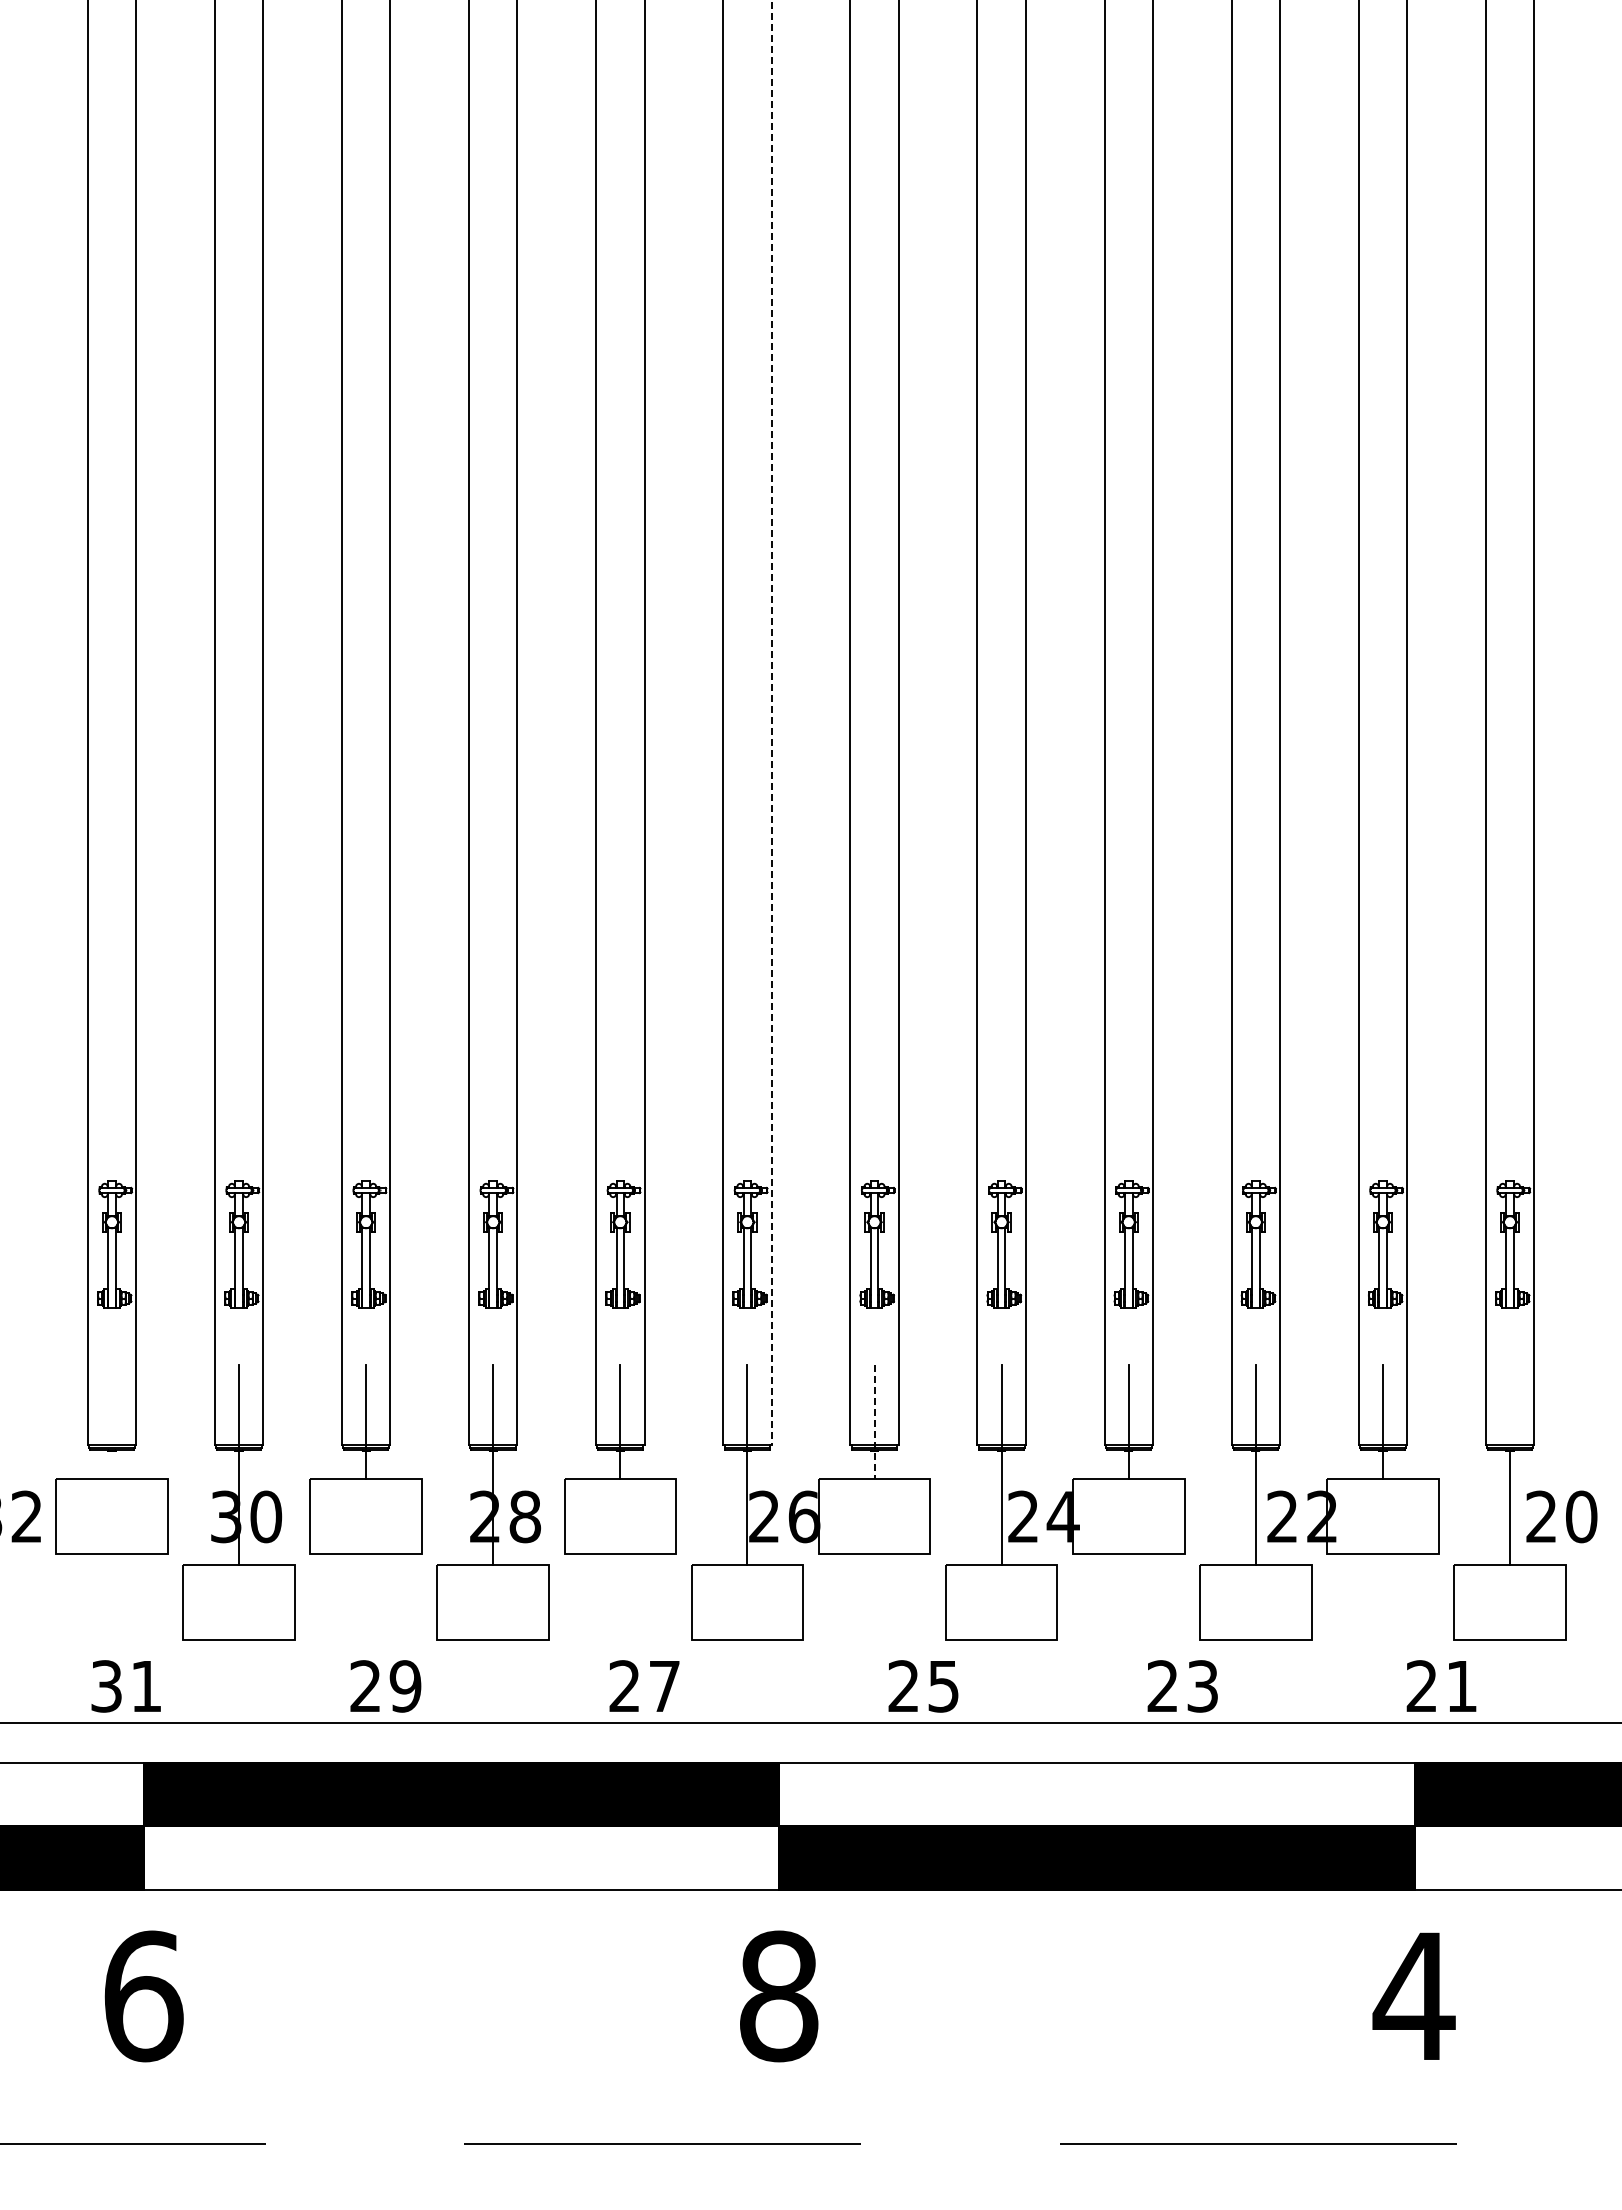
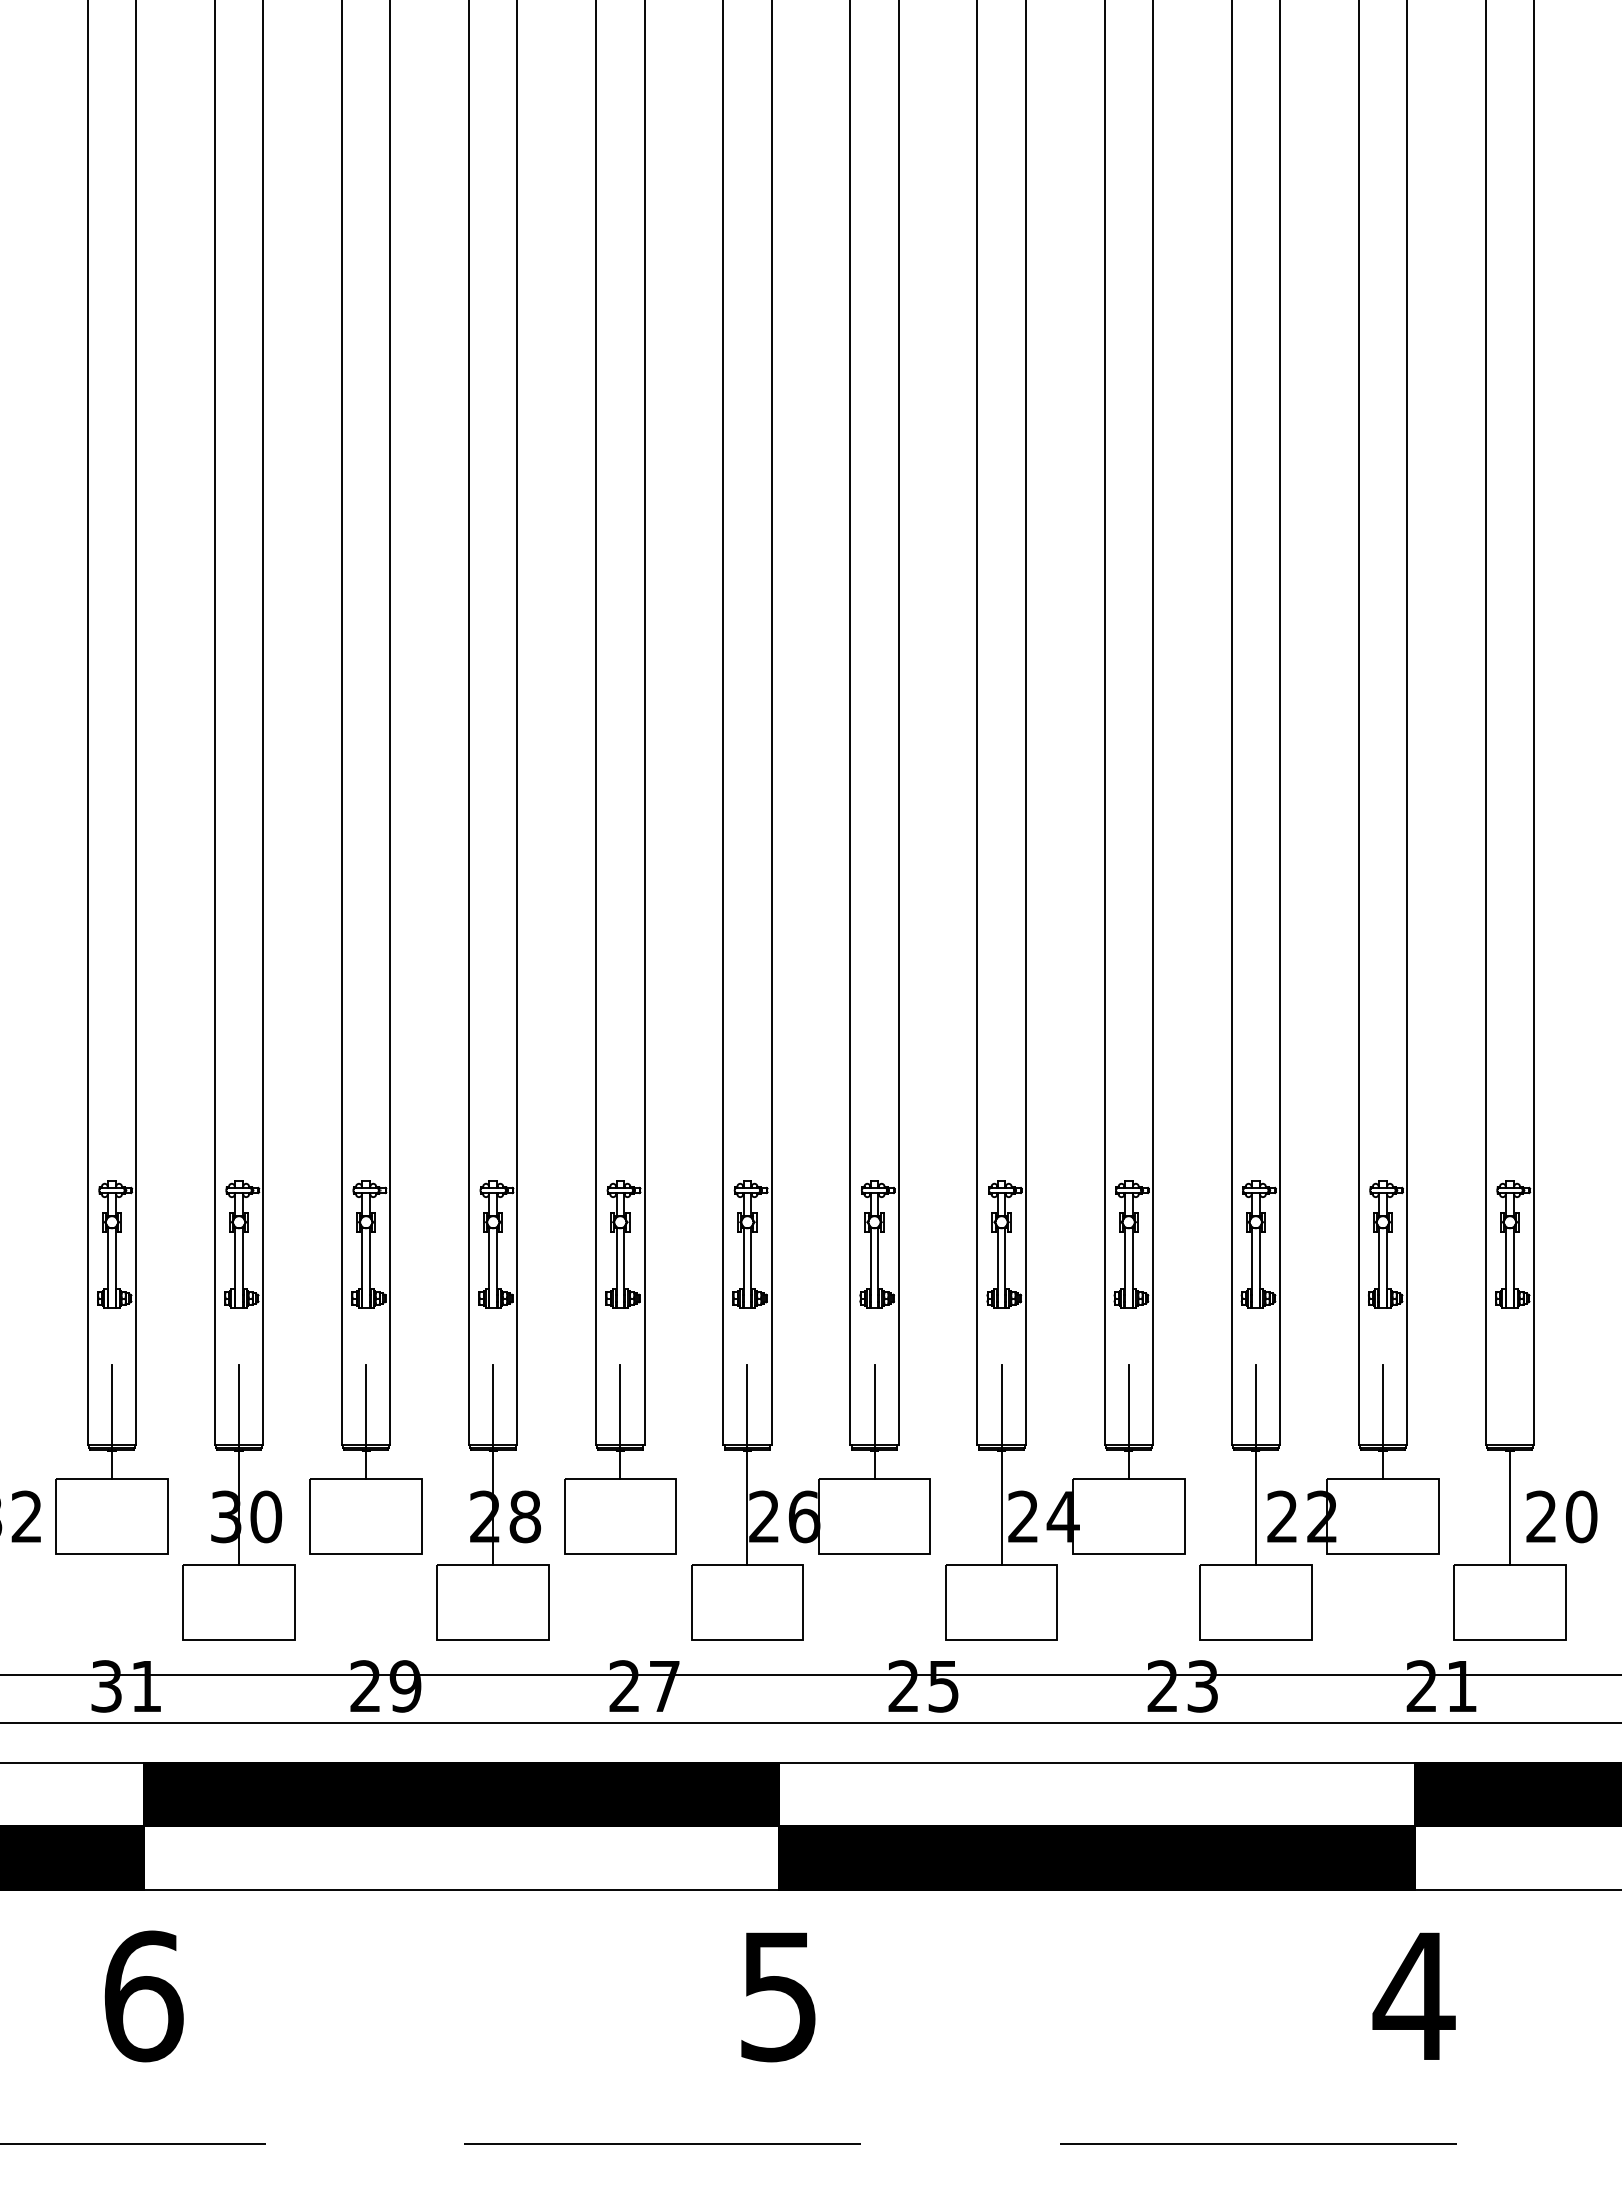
line at (771, 722): dashed -> solid
line at (111, 1421): none -> present
line at (874, 1422): dashed -> solid
line at (810, 1674): none -> present
text at (779, 1996): 8 -> 5
